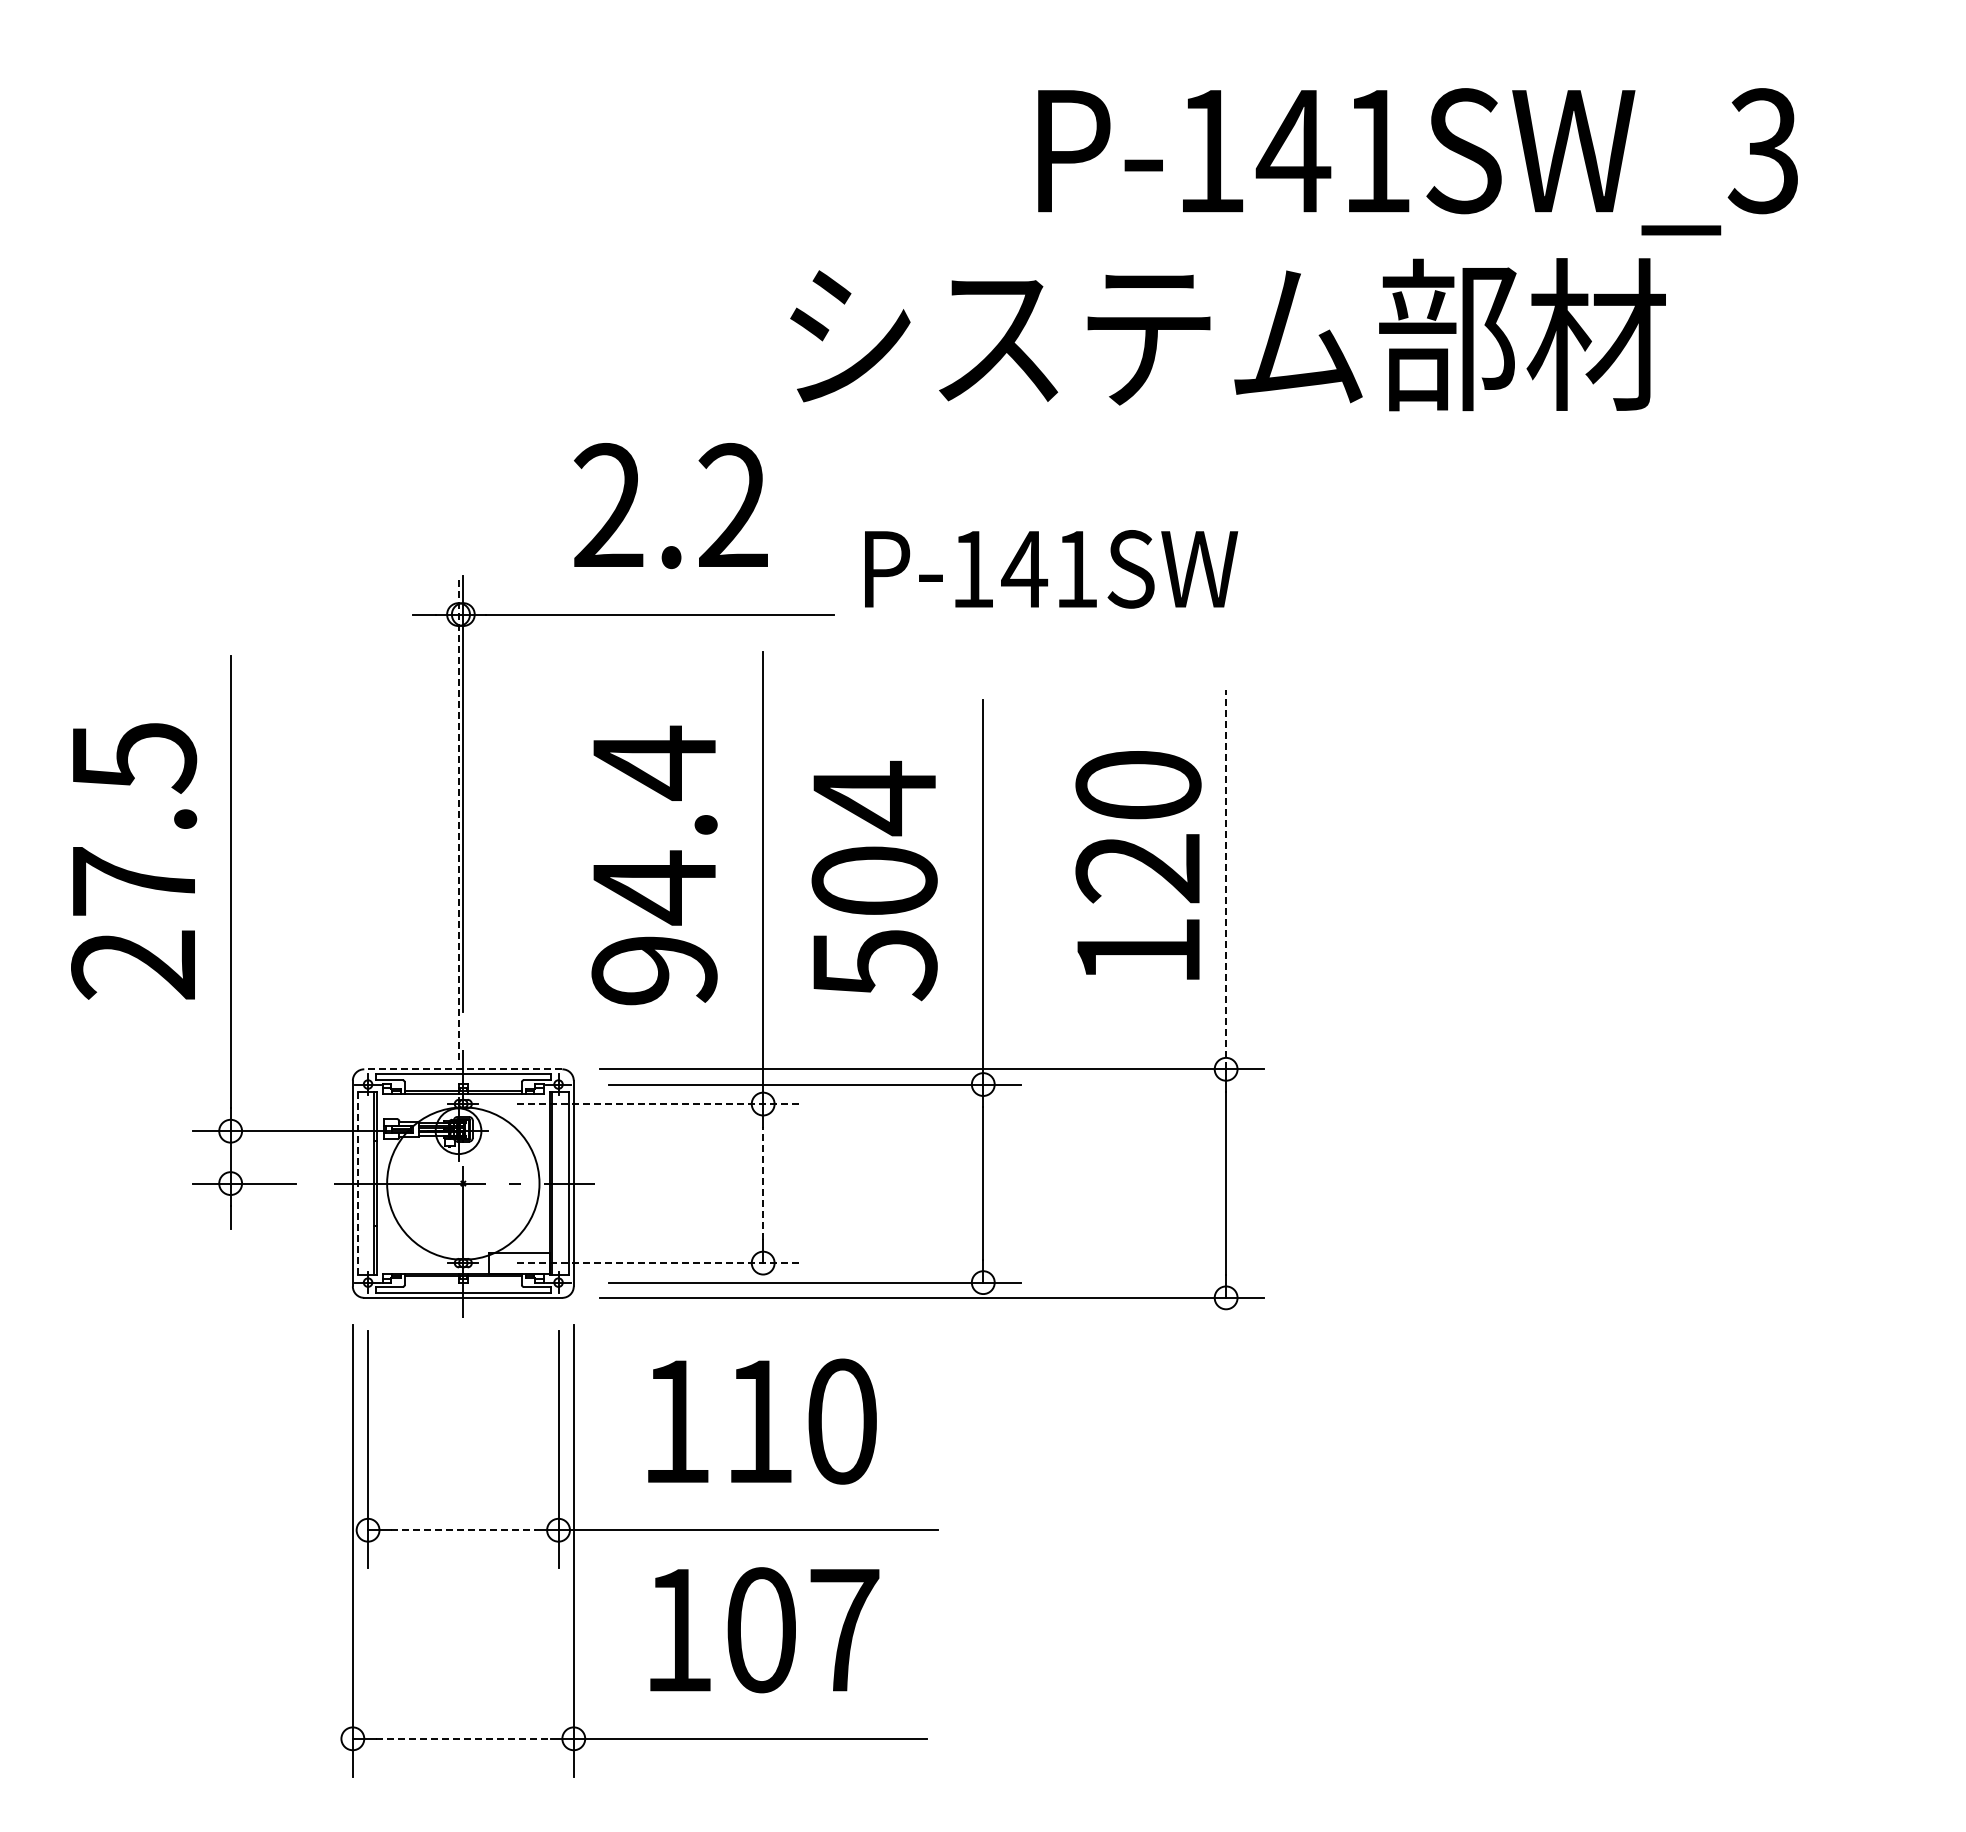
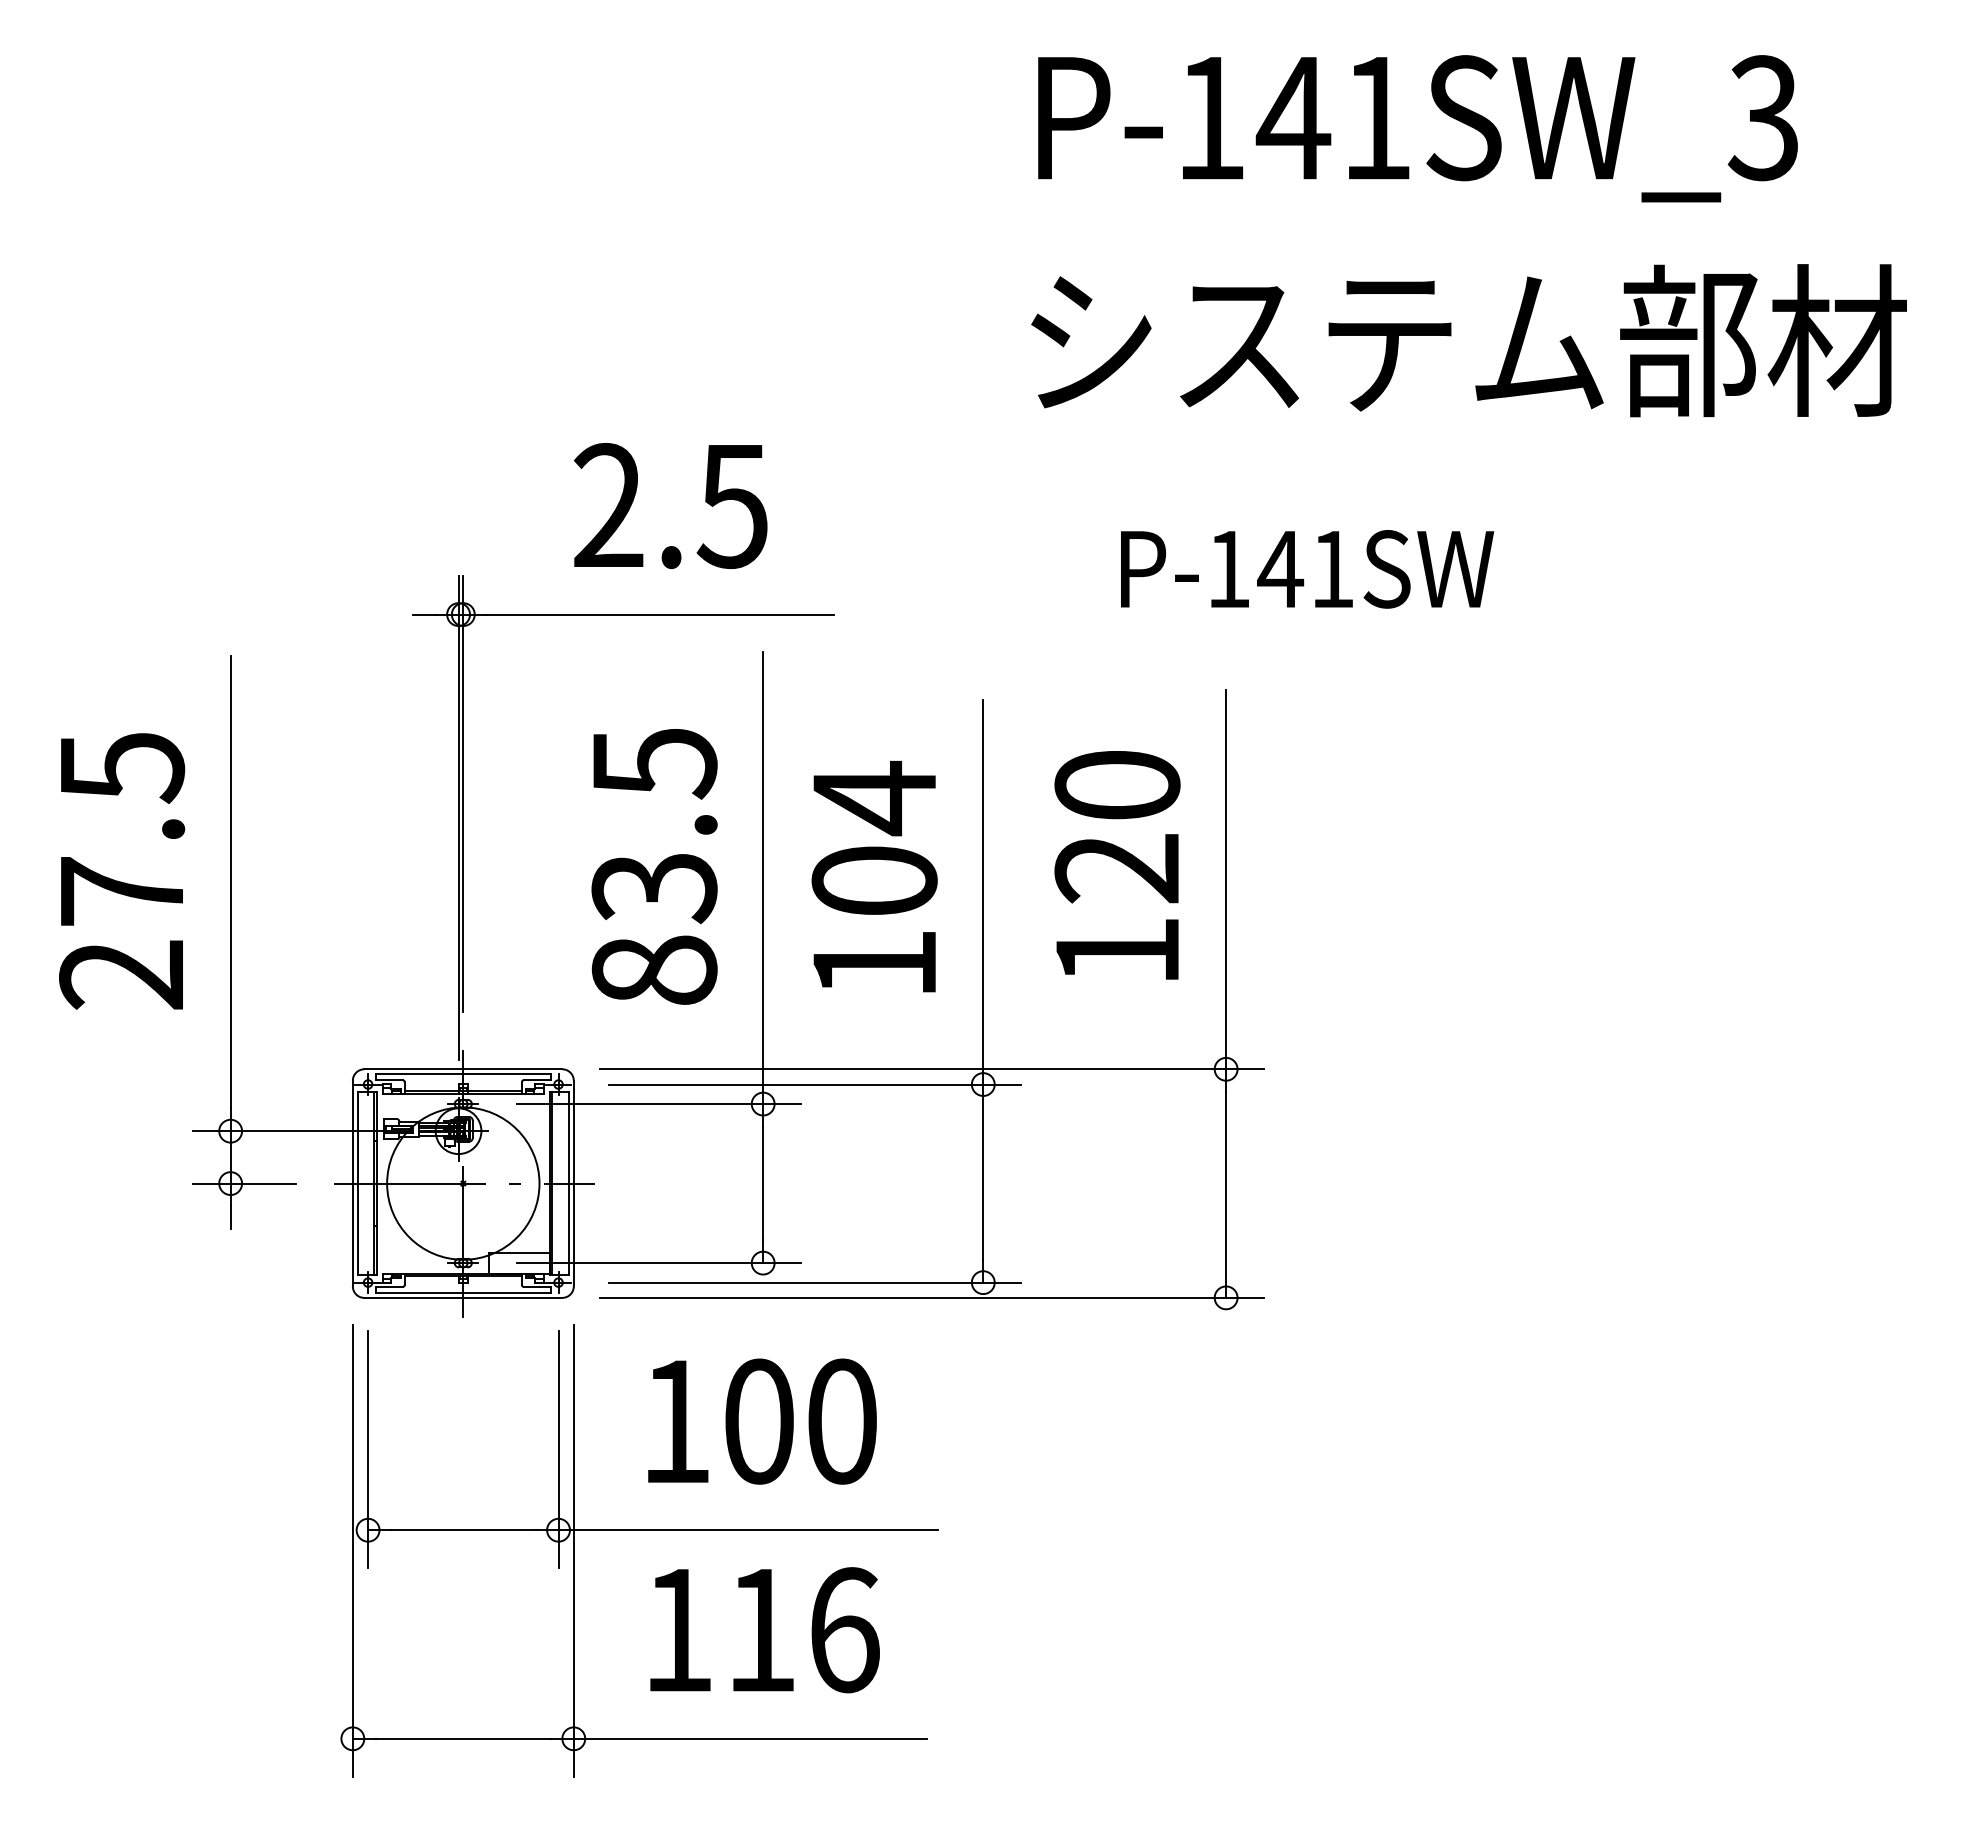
text at (1417, 161) position: (1417, 161) -> (1417, 128)
text at (1227, 334) position: (1227, 334) -> (1468, 340)
text at (731, 506): 2.2 -> 2.5
text at (1051, 569) position: (1051, 569) -> (1307, 569)
line at (458, 818): dashed -> solid
text at (134, 861) position: (134, 861) -> (122, 871)
text at (654, 865): 94.4 -> 83.5
text at (1138, 865) position: (1138, 865) -> (1117, 865)
line at (1226, 879): dashed -> solid
text at (875, 965): 504 -> 104
line at (462, 1069): dashed -> solid
line at (659, 1104): dashed -> solid
line at (357, 1183): dashed -> solid
line at (763, 1183): dashed -> solid
line at (659, 1263): dashed -> solid
text at (759, 1421): 110 -> 100
line at (463, 1530): dashed -> solid
text at (803, 1630): 107 -> 116
line at (463, 1738): dashed -> solid
